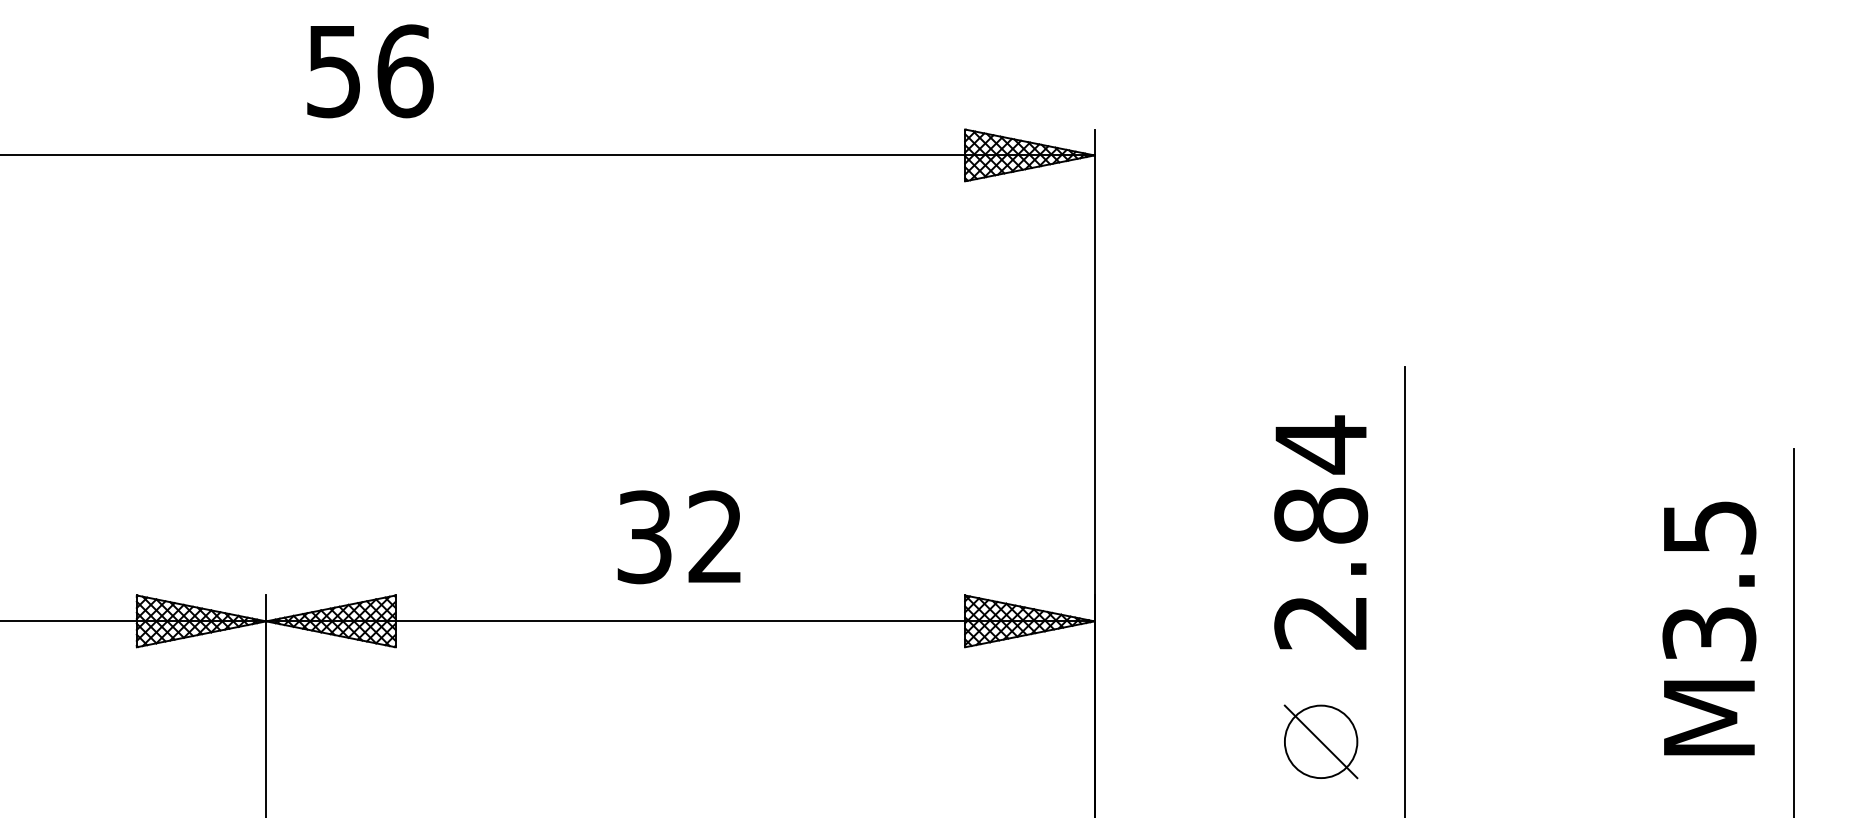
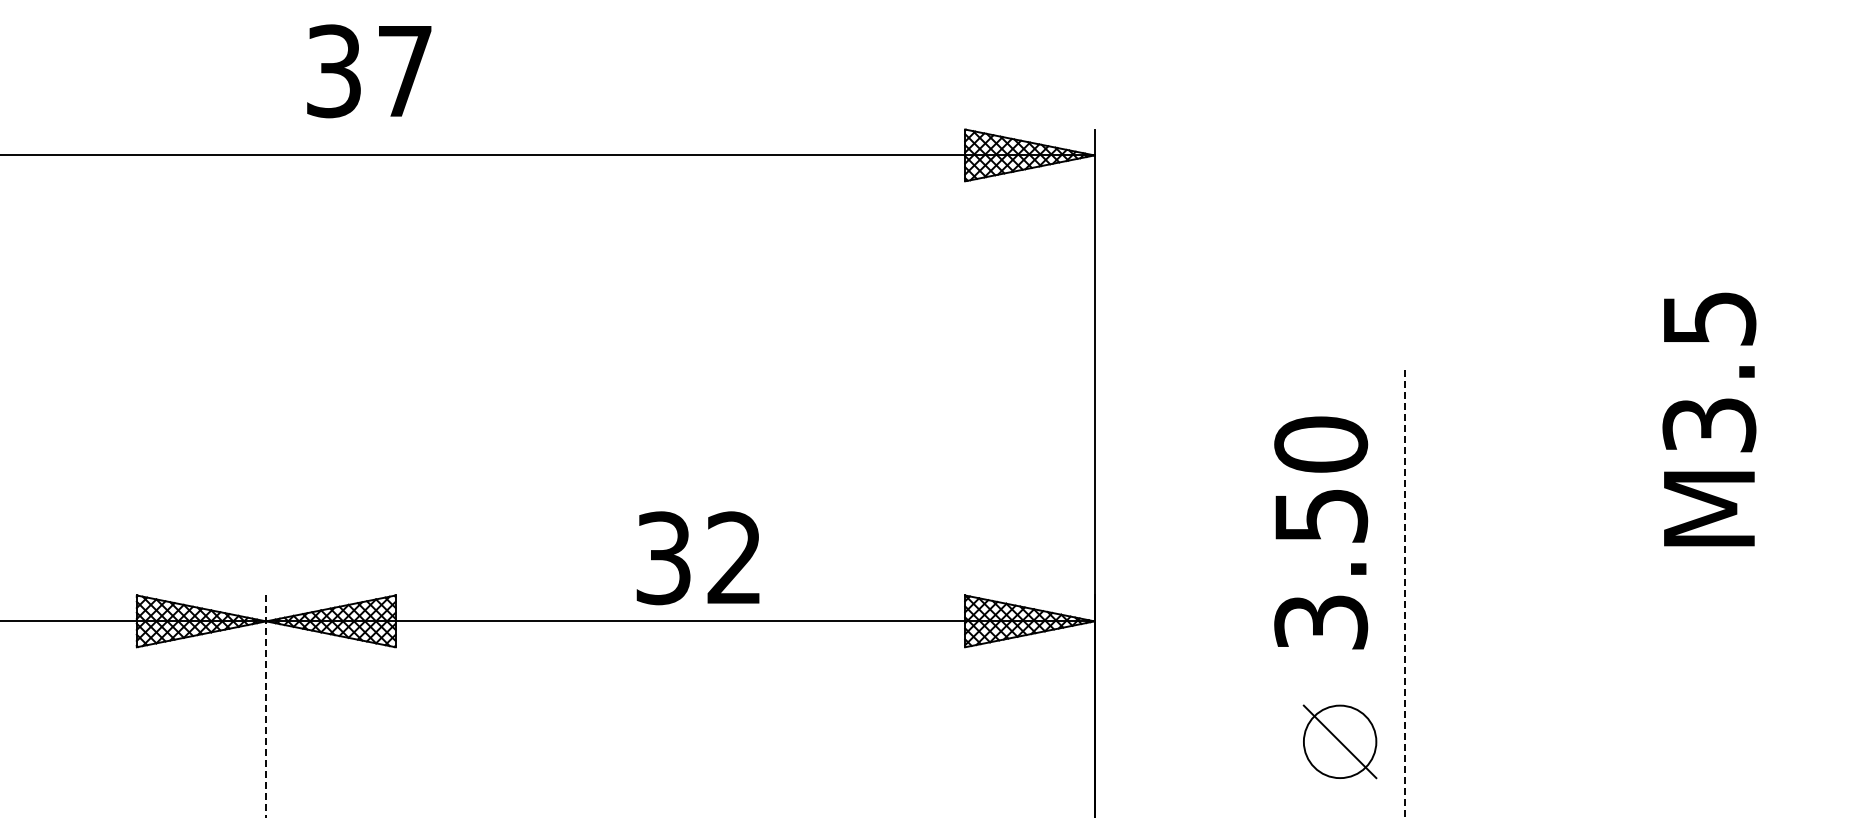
text at (370, 71): 56 -> 37
text at (1321, 532): 2.84 -> 3.50
text at (678, 537) position: (678, 537) -> (697, 558)
line at (1405, 592): solid -> dashed
text at (1709, 628) position: (1709, 628) -> (1709, 419)
line at (1793, 631): present -> none
line at (266, 706): solid -> dashed
part at (1320, 741) position: (1320, 741) -> (1339, 741)
